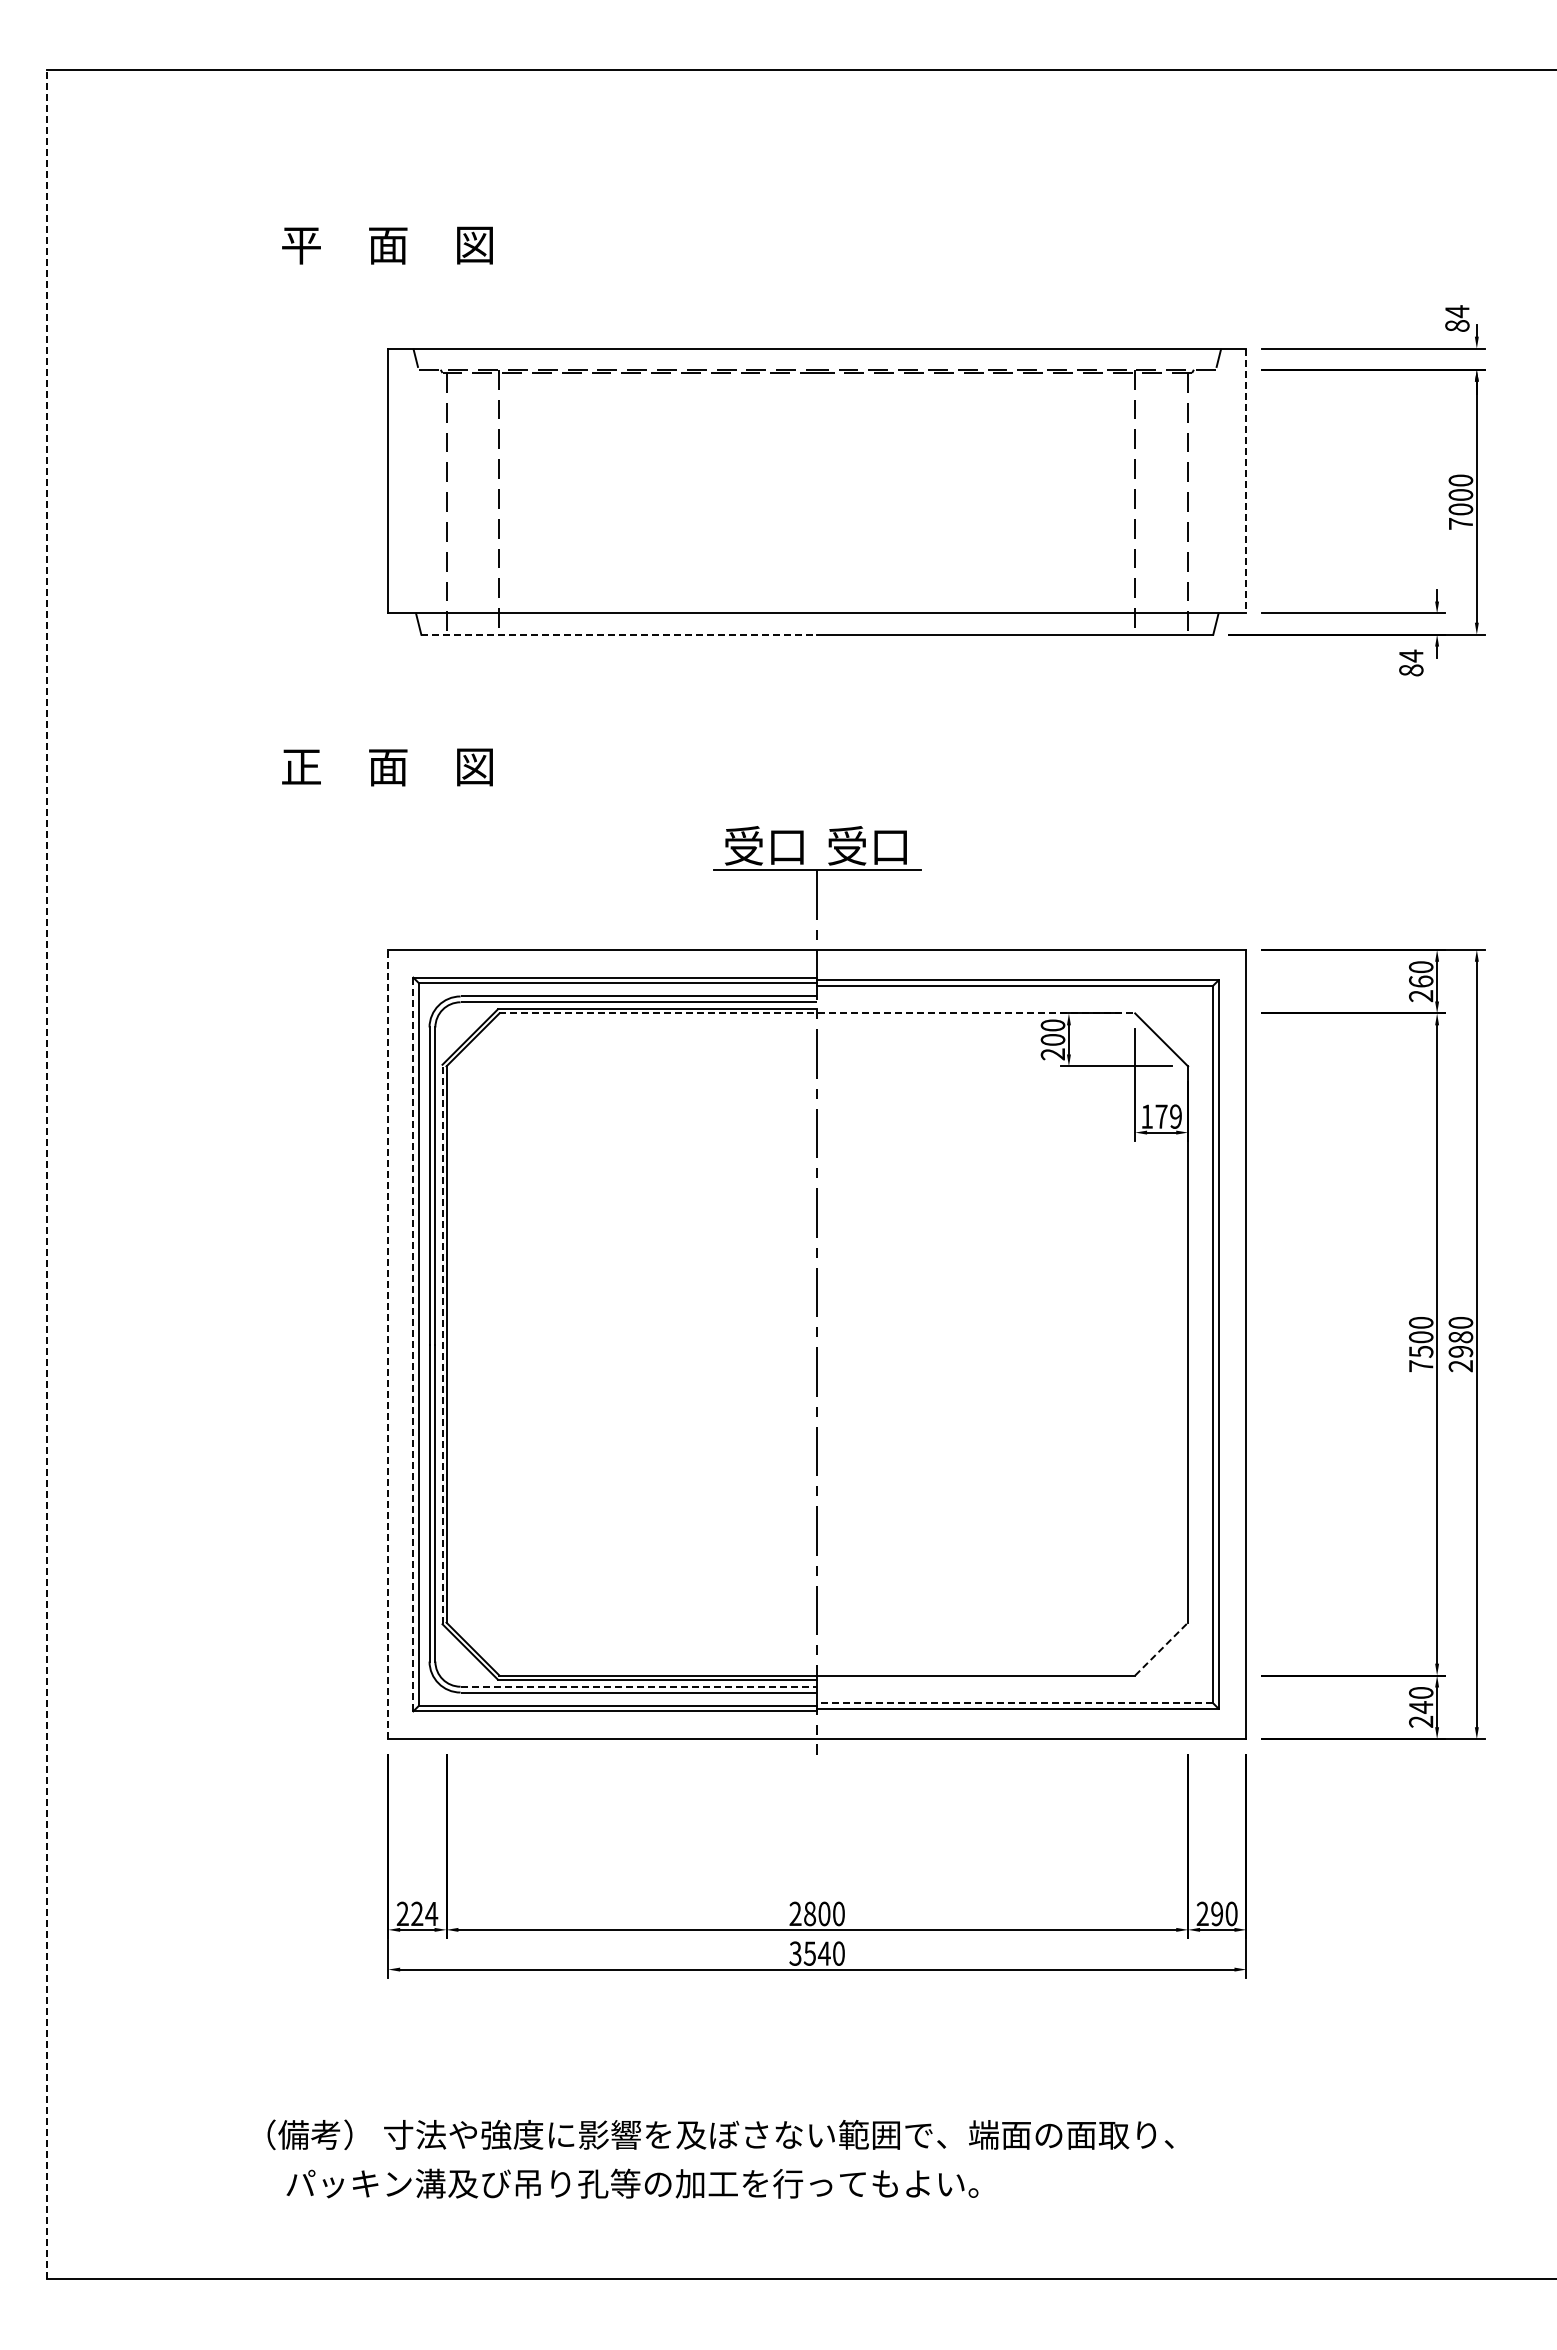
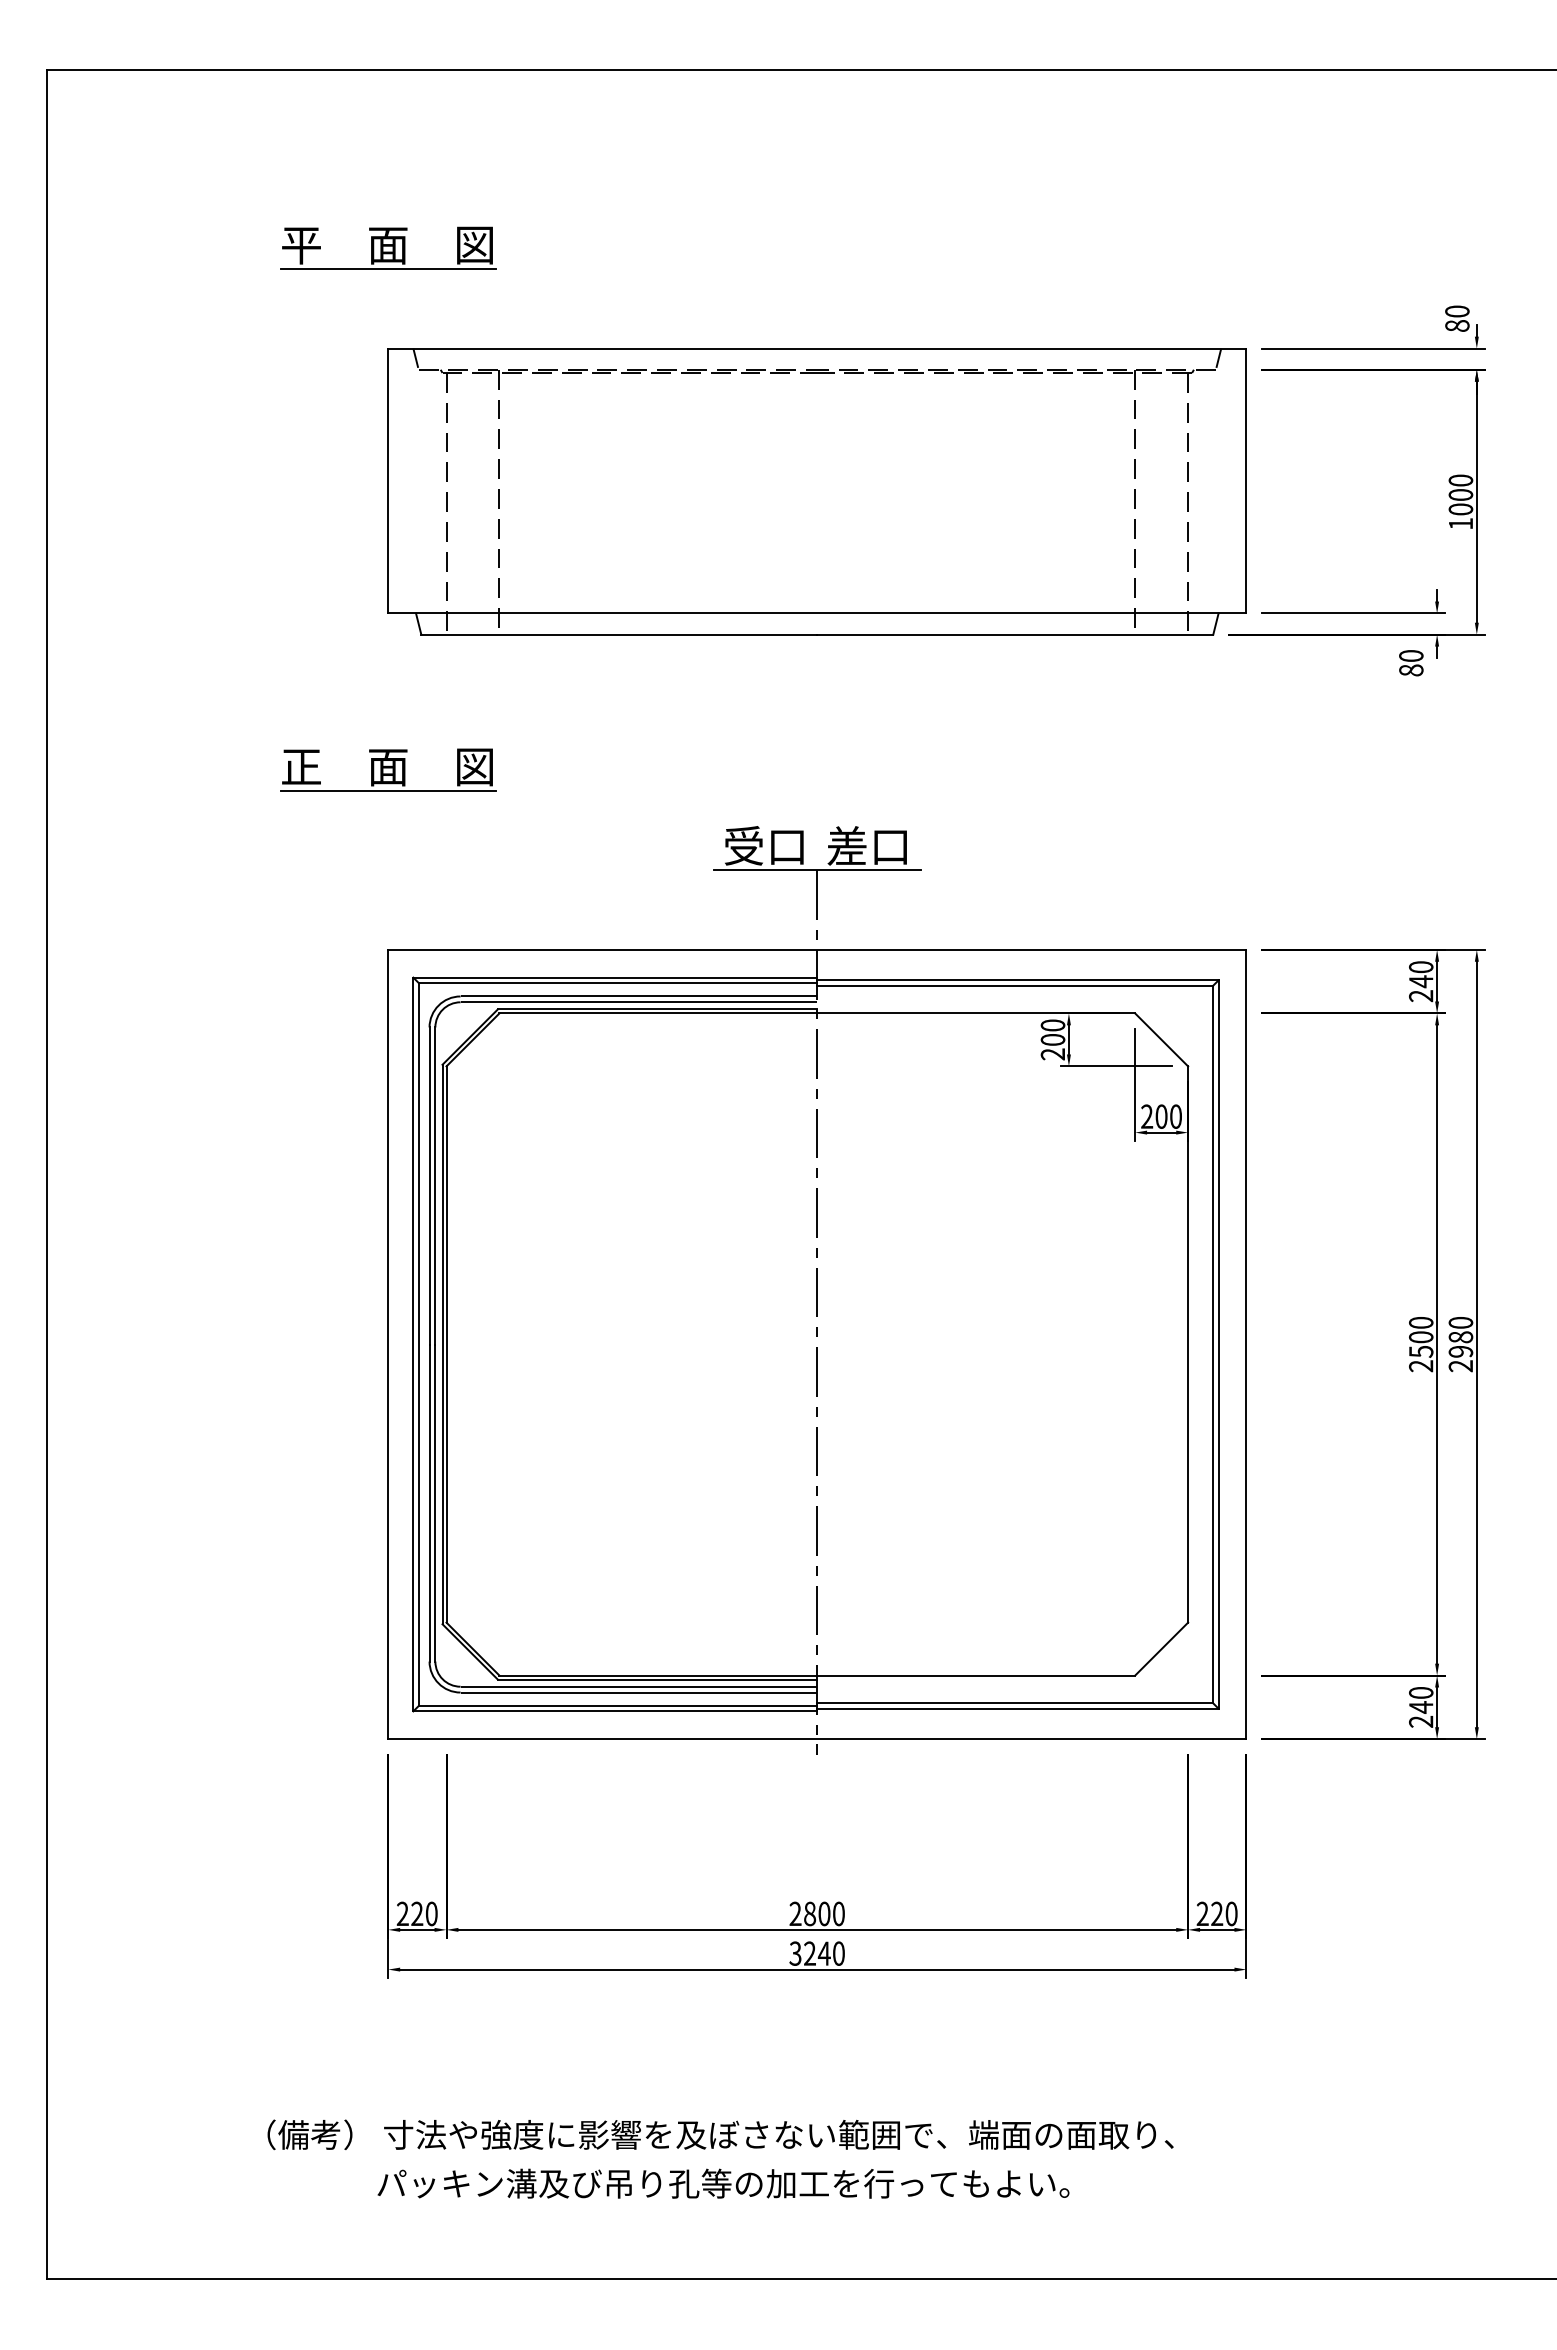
line at (387, 269): none -> present
text at (1457, 311): 84 -> 80
line at (1246, 481): dashed -> solid
text at (1460, 523): 7000 -> 1000
line at (619, 634): dashed -> solid
text at (1411, 655): 84 -> 80
line at (387, 790): none -> present
text at (846, 845): 受口 -> 差口
text at (1421, 981): 260 -> 240
line at (817, 1013): dashed -> solid
text at (1161, 1116): 179 -> 200
line at (46, 1174): dashed -> solid
line at (388, 1344): dashed -> solid
line at (413, 1344): dashed -> solid
line at (442, 1344): dashed -> solid
text at (1421, 1366): 7500 -> 2500
line at (1162, 1648): dashed -> solid
line at (639, 1686): dashed -> solid
line at (1015, 1703): dashed -> solid
text at (431, 1913): 224 -> 220
text at (1217, 1914): 290 -> 220
text at (809, 1953): 3540 -> 3240
text at (632, 2183) position: (632, 2183) -> (723, 2183)
